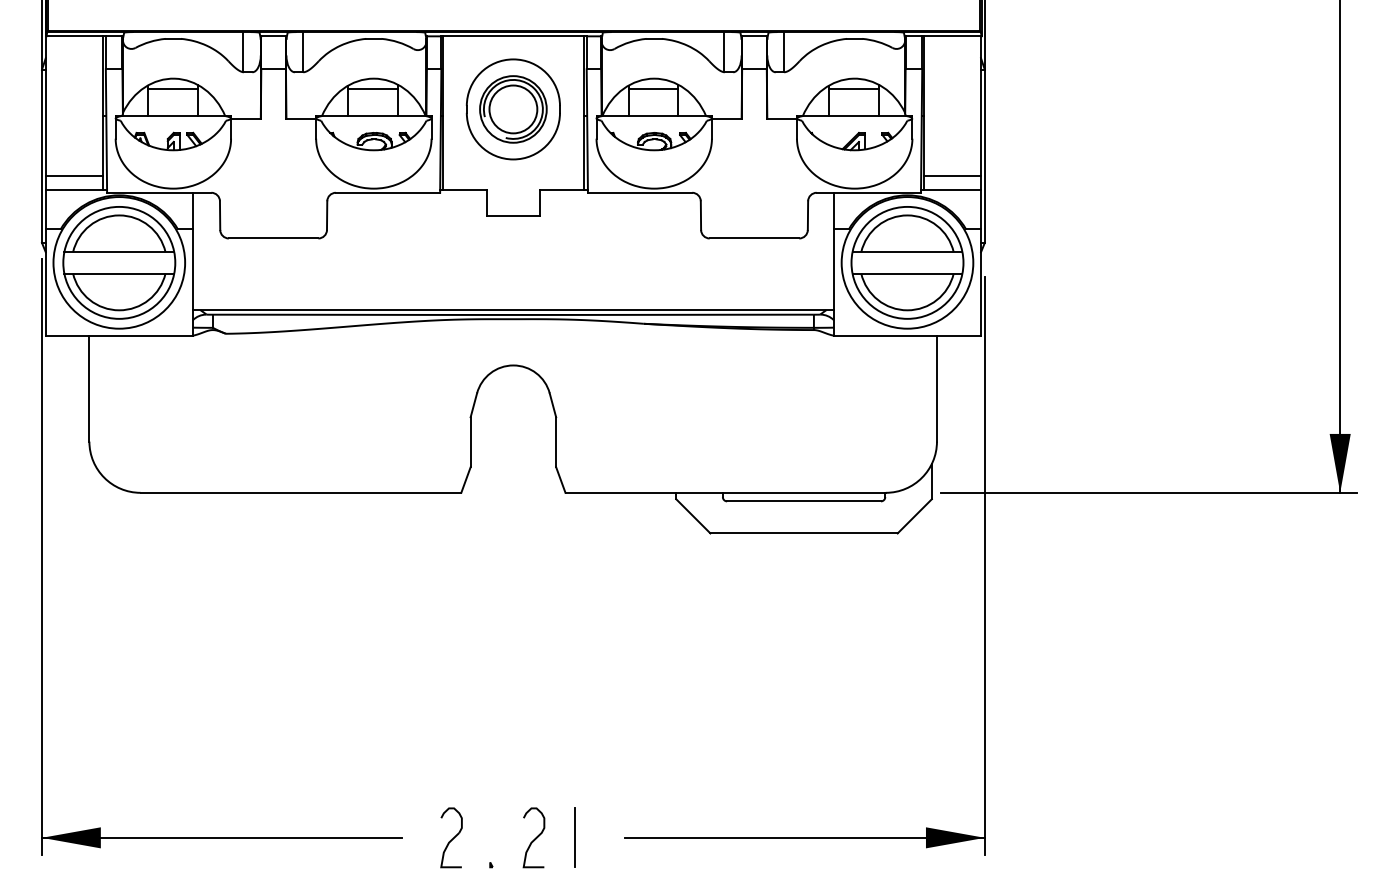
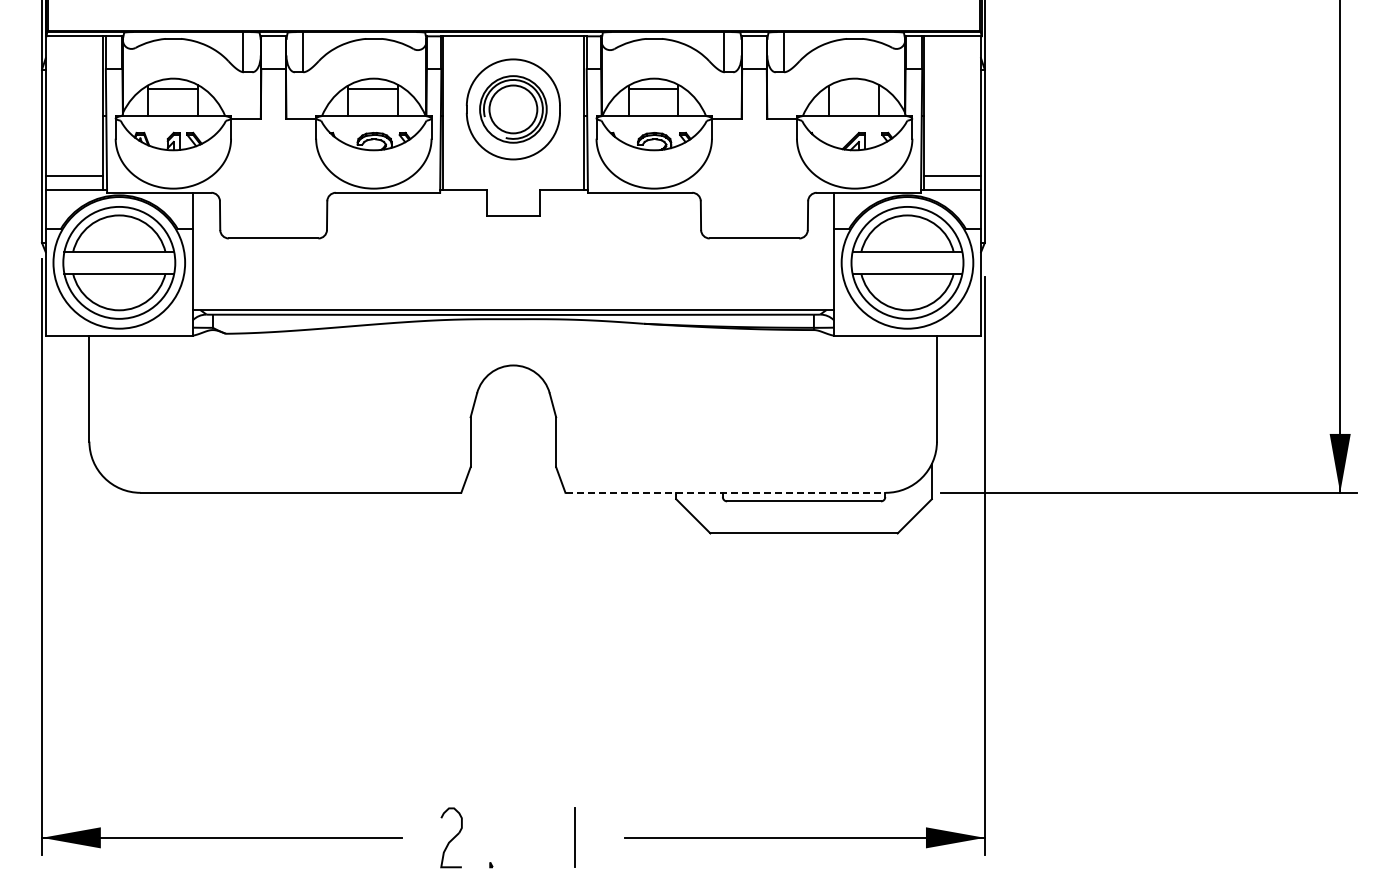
line at (853, 88): present -> none
line at (726, 492): solid -> dashed
curve at (534, 838): present -> none
